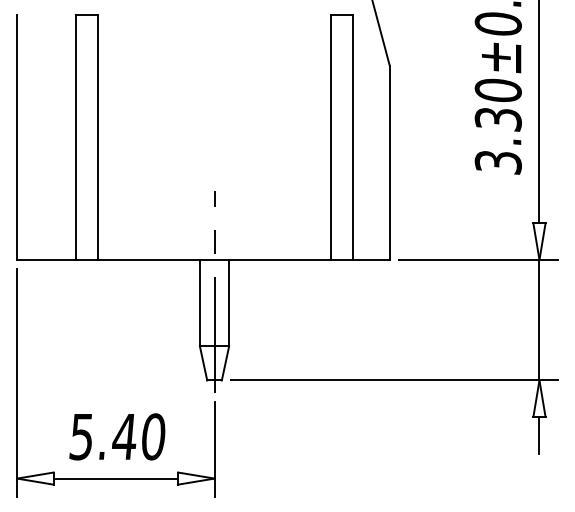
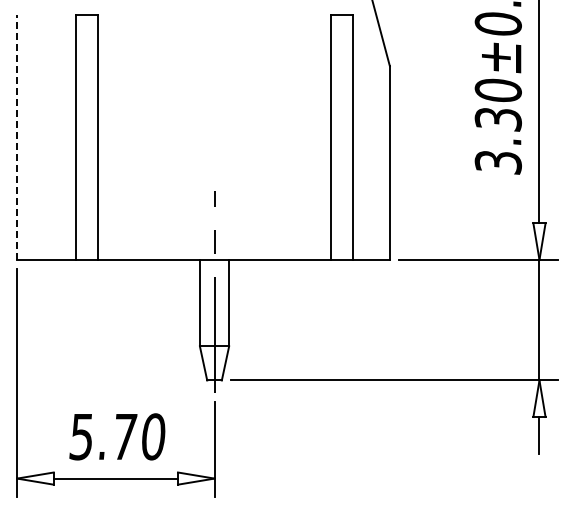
line at (17, 137): solid -> dashed
text at (124, 436): 5.40 -> 5.70
